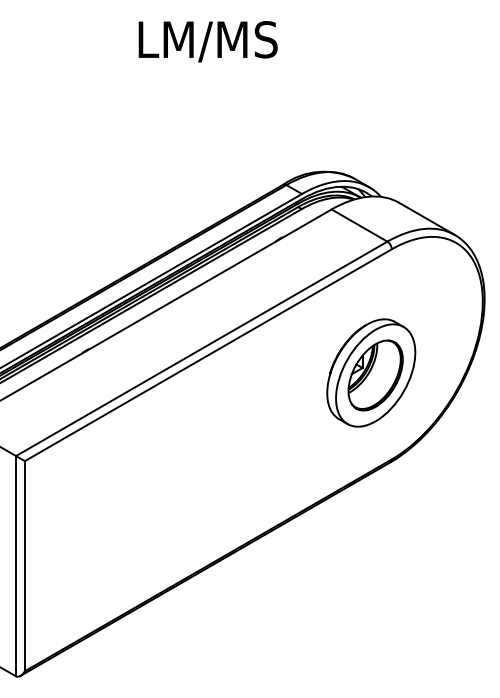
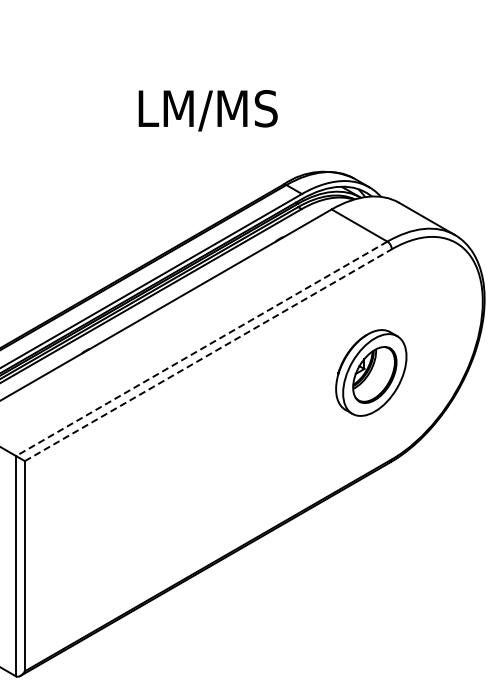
text at (207, 41) position: (207, 41) -> (207, 110)
line at (201, 349): solid -> dashed
line at (208, 355): solid -> dashed
part at (371, 372) size: 91x110 px -> 73x88 px
